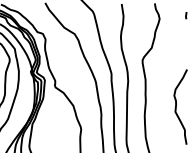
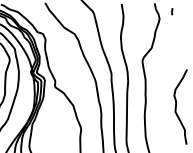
line at (186, 15) position: (186, 15) -> (172, 11)
